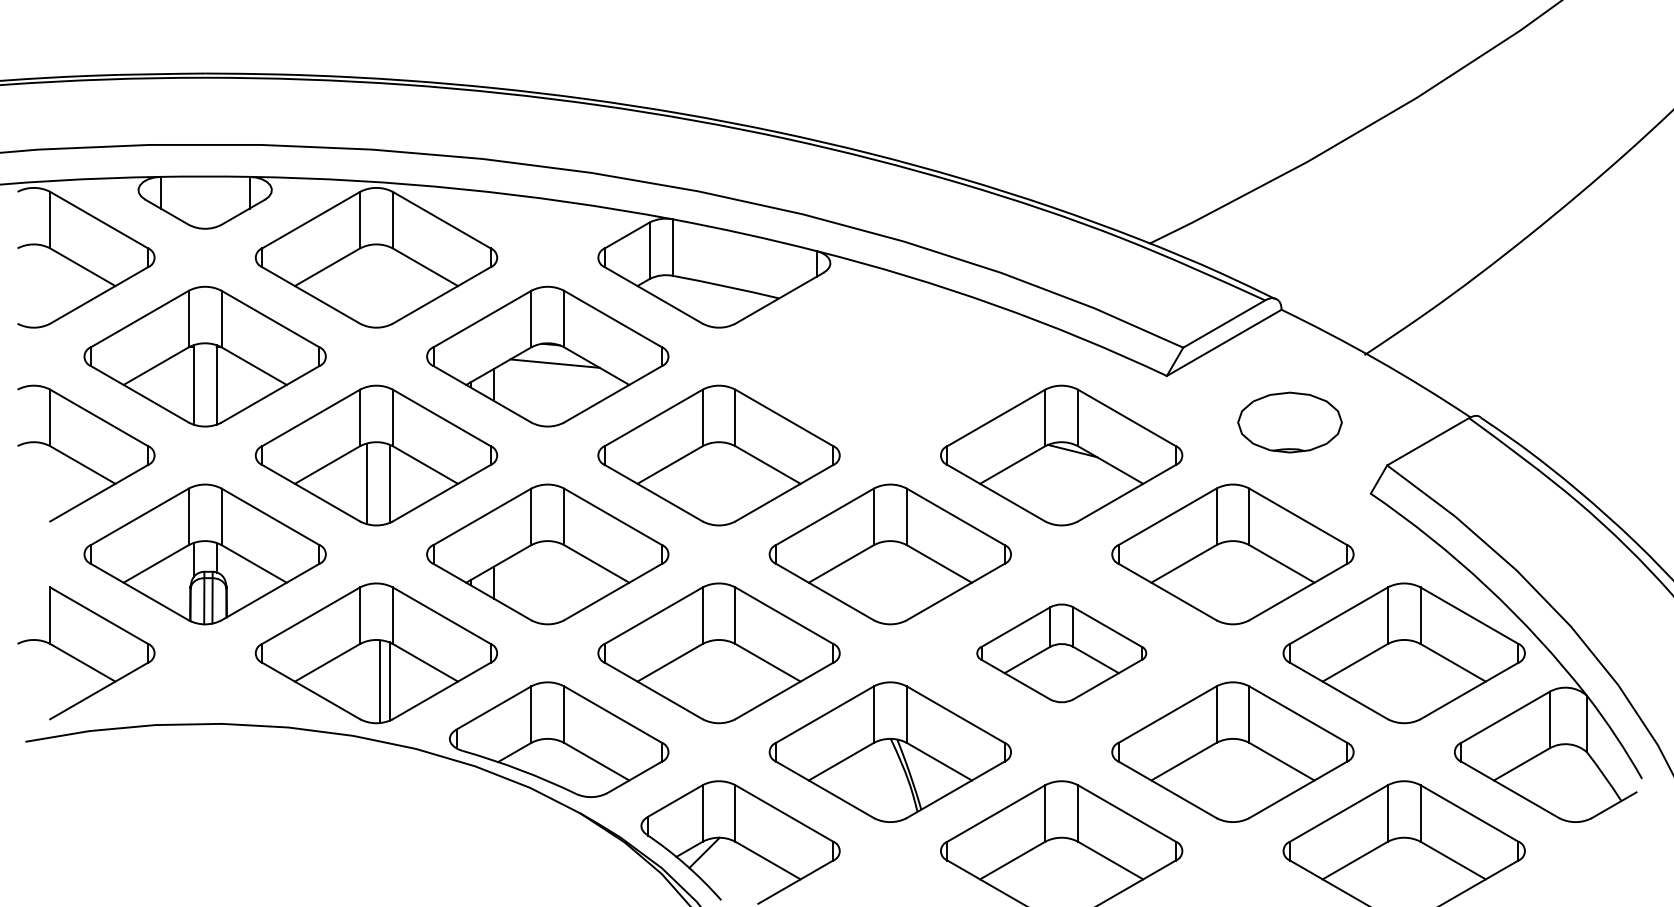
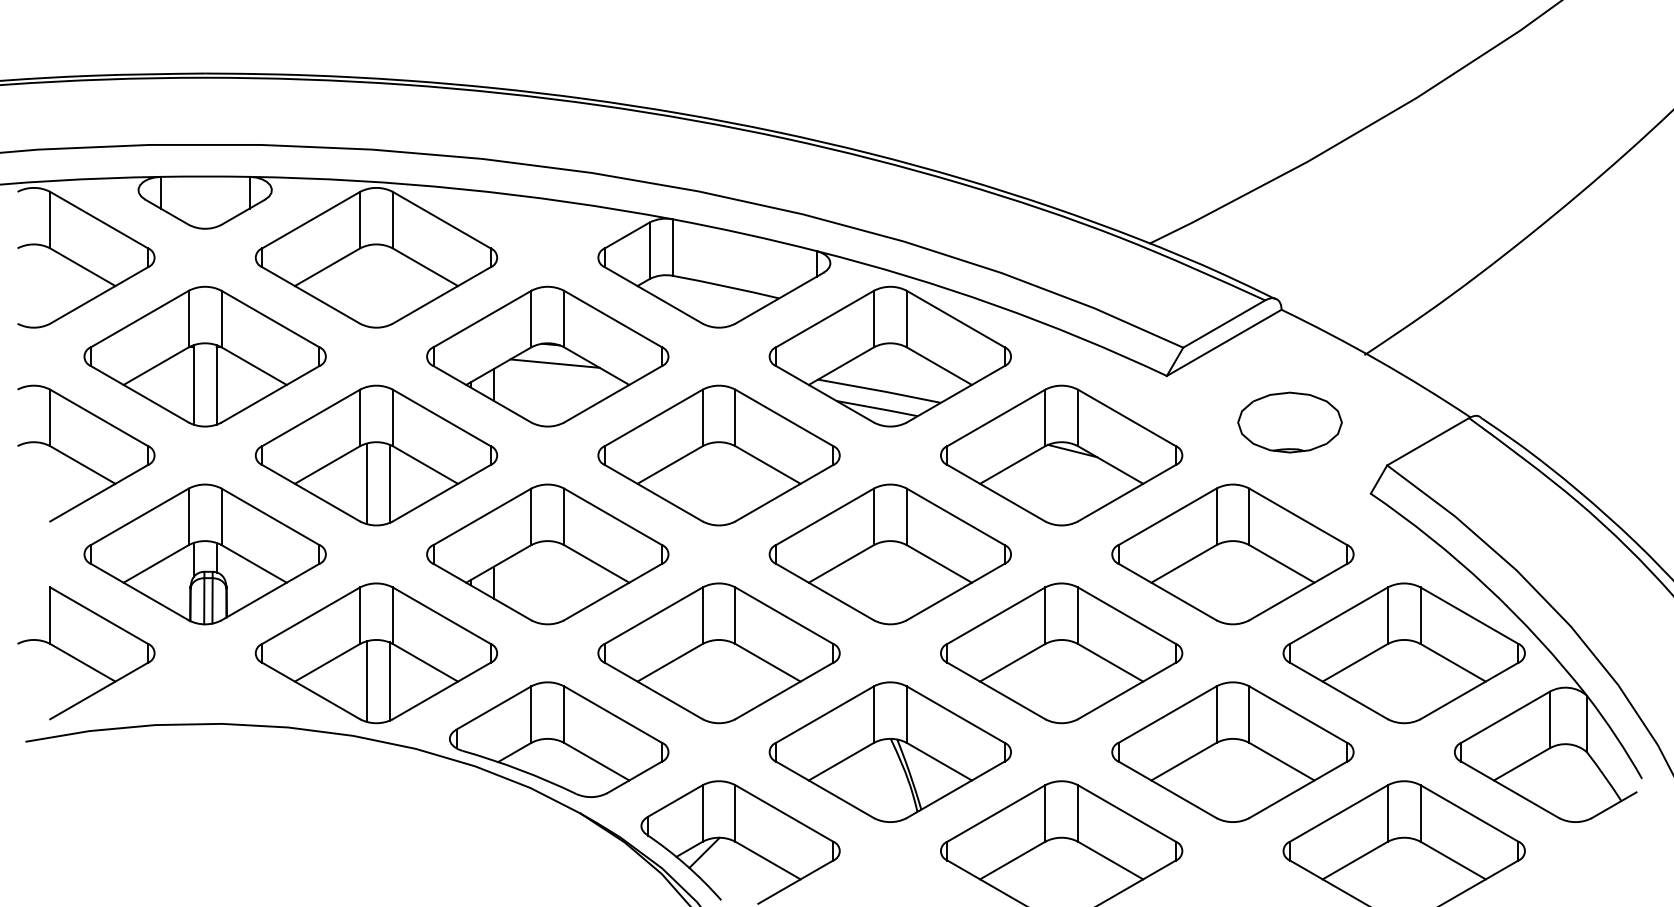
part at (889, 356): none -> present
part at (1061, 653) size: 172x101 px -> 244x143 px
line at (379, 681) position: (379, 681) -> (366, 681)
